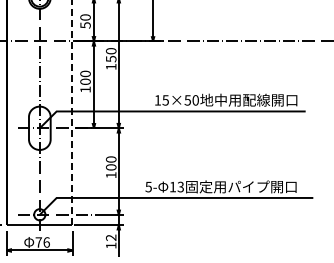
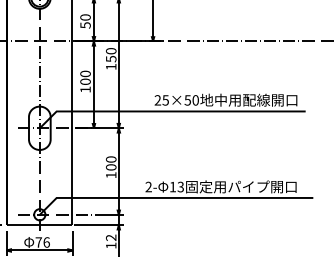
text at (157, 100): 15×50 -> 25×50
line at (72, 114): dashed -> solid
text at (148, 186): 5- -> 2-
